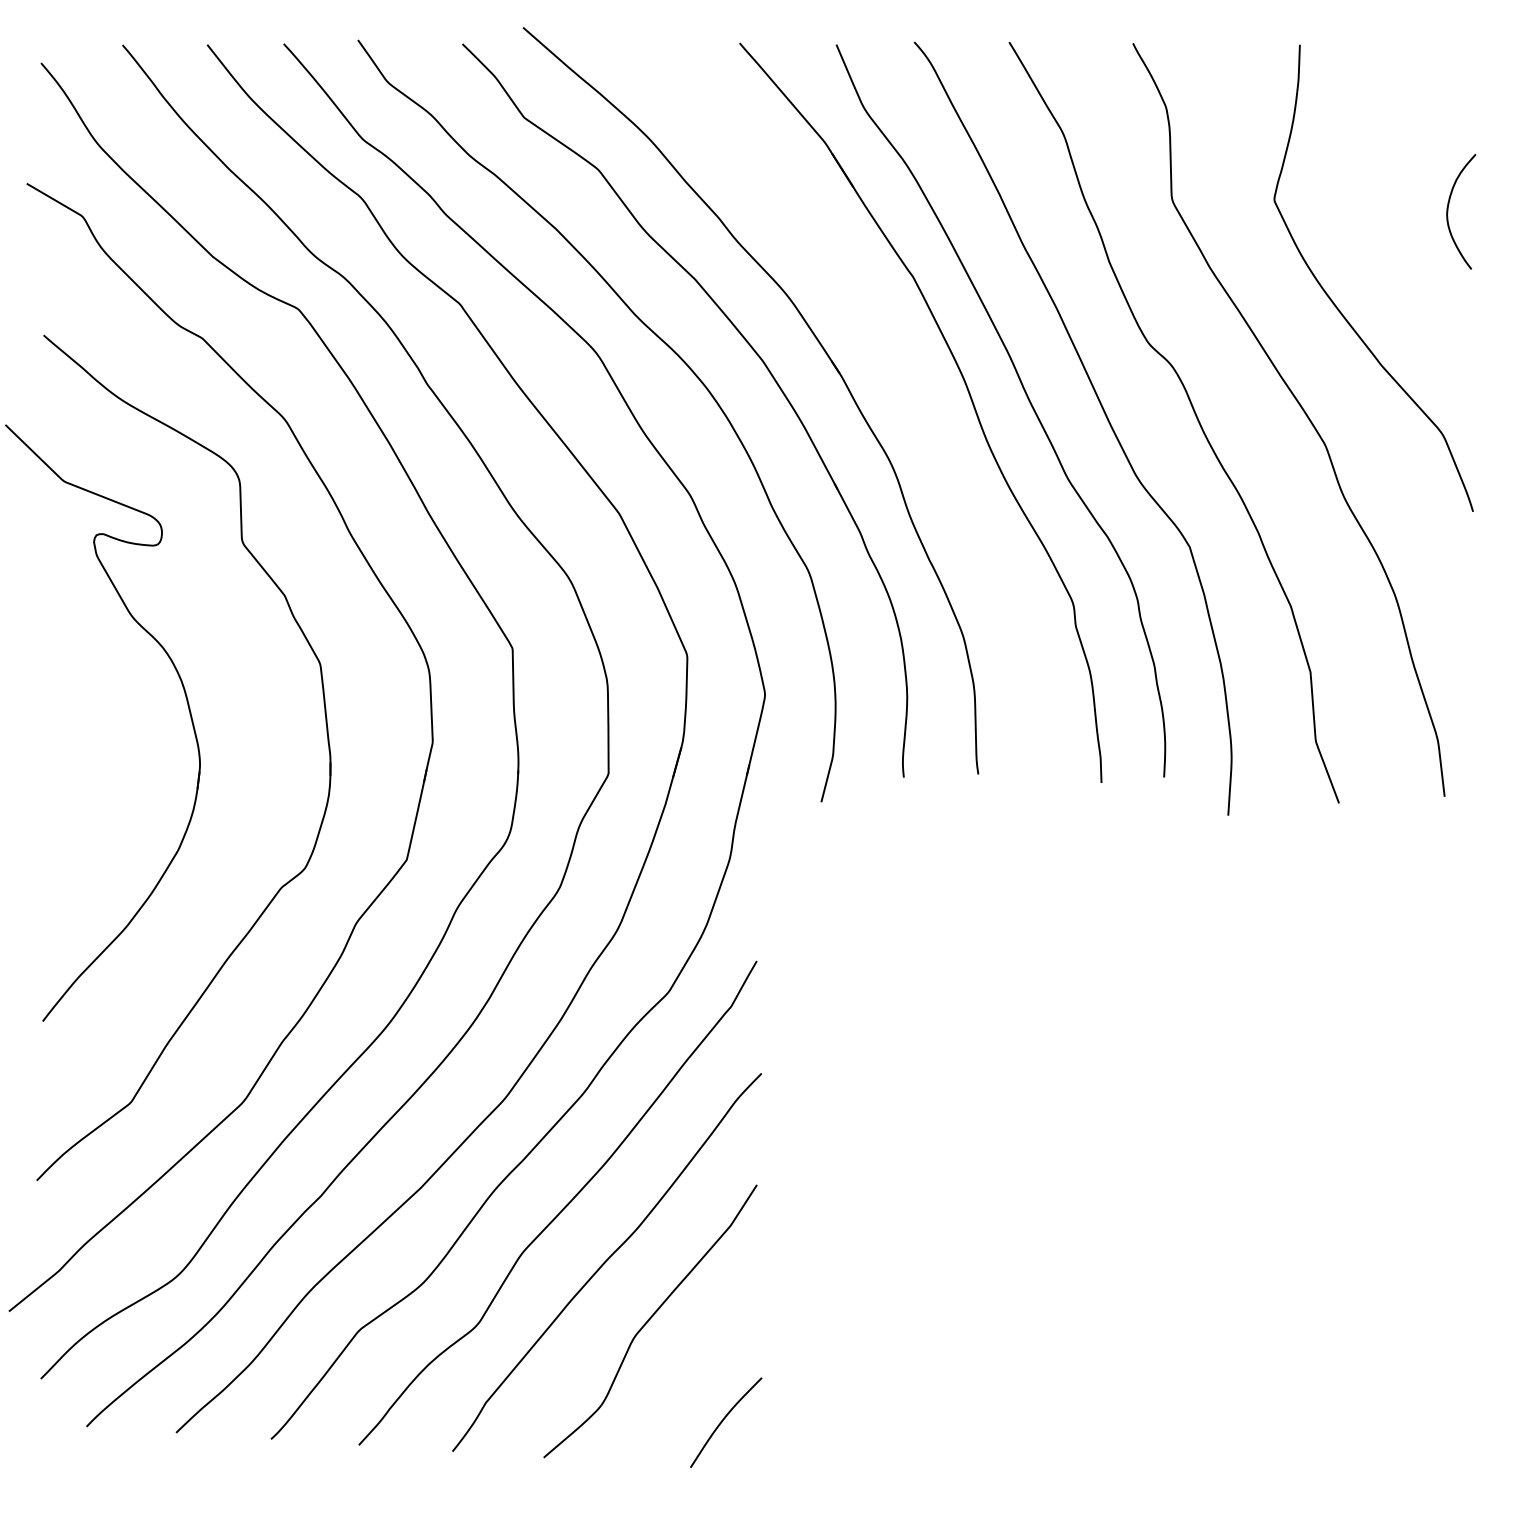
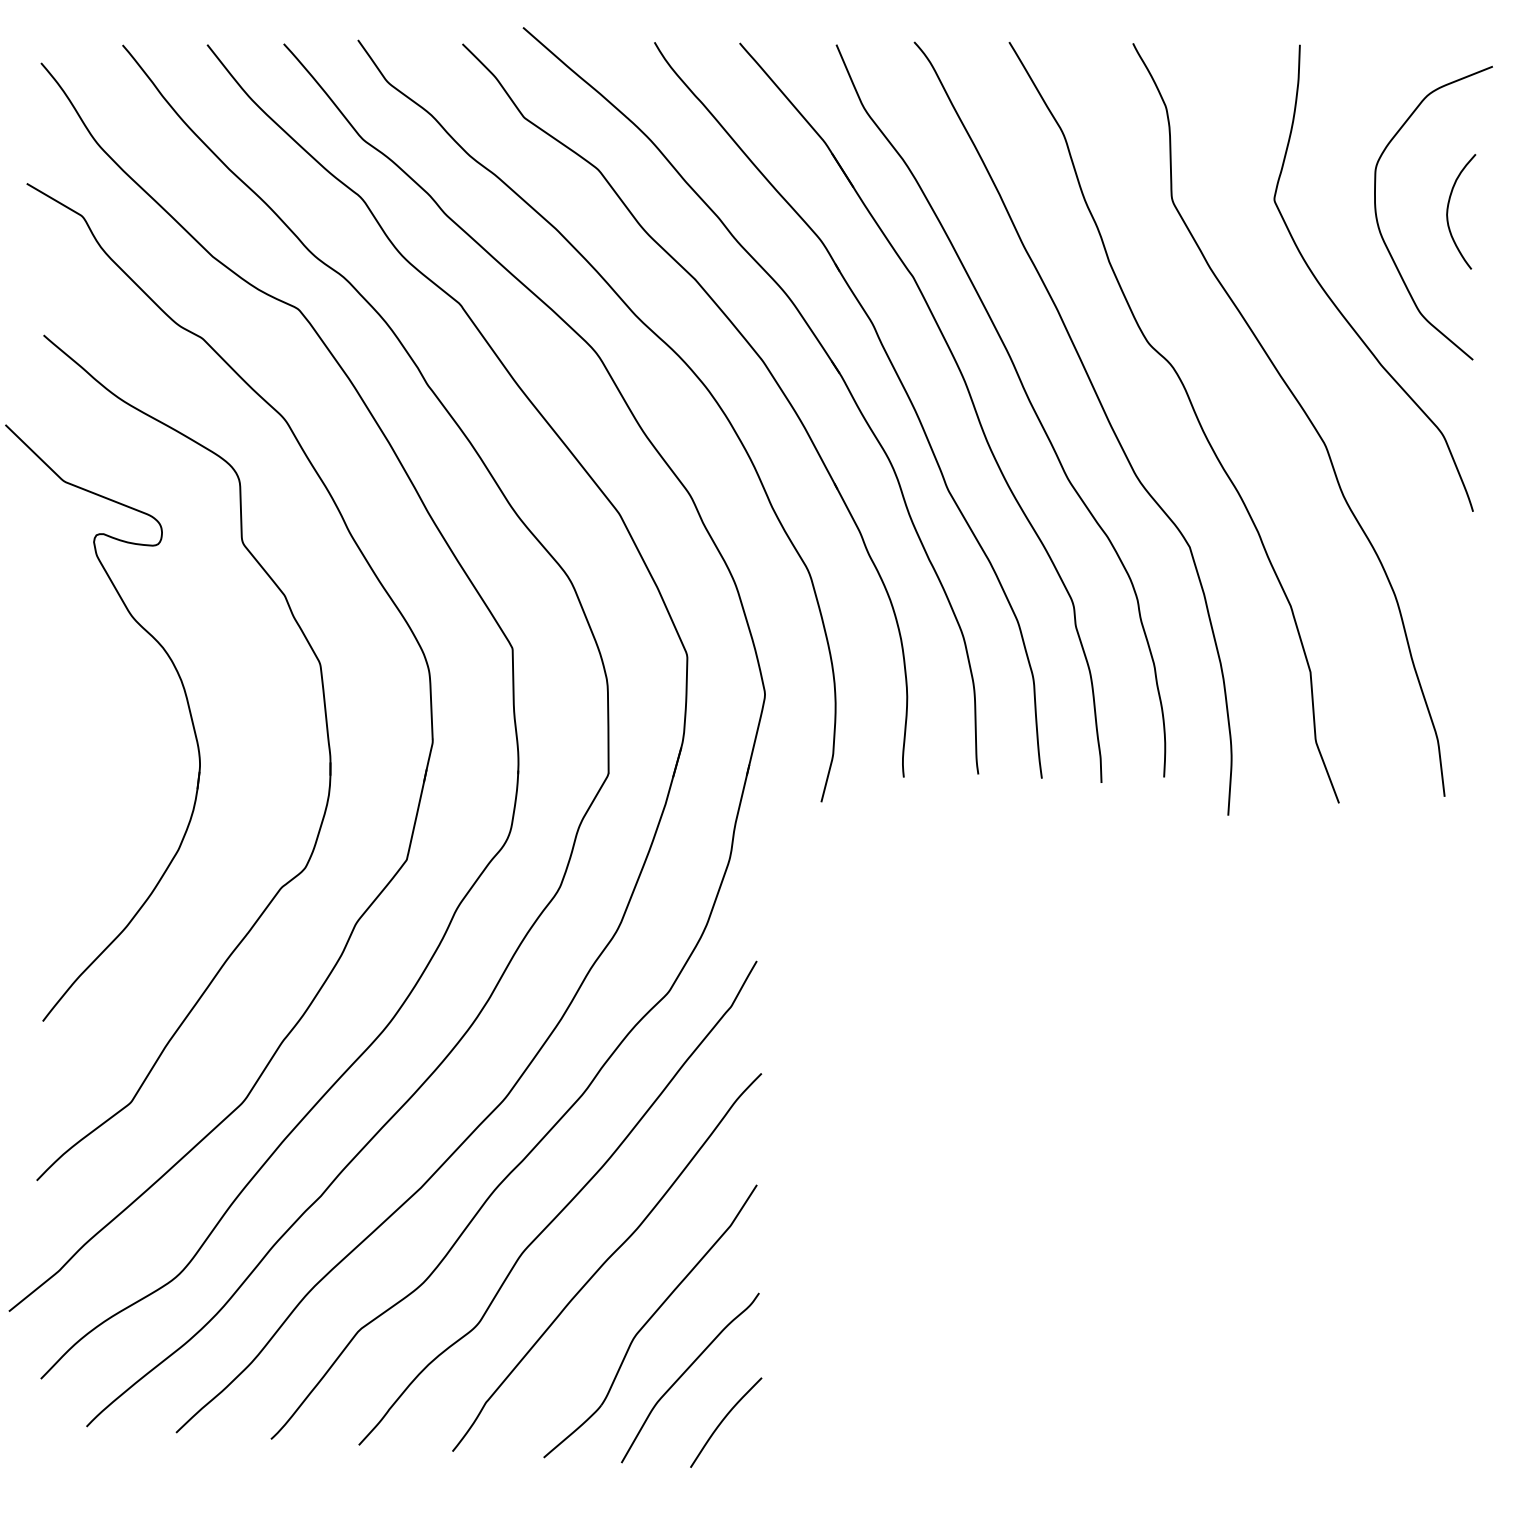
curve at (1379, 225): none -> present
part at (900, 383): none -> present
curve at (685, 1372): none -> present
